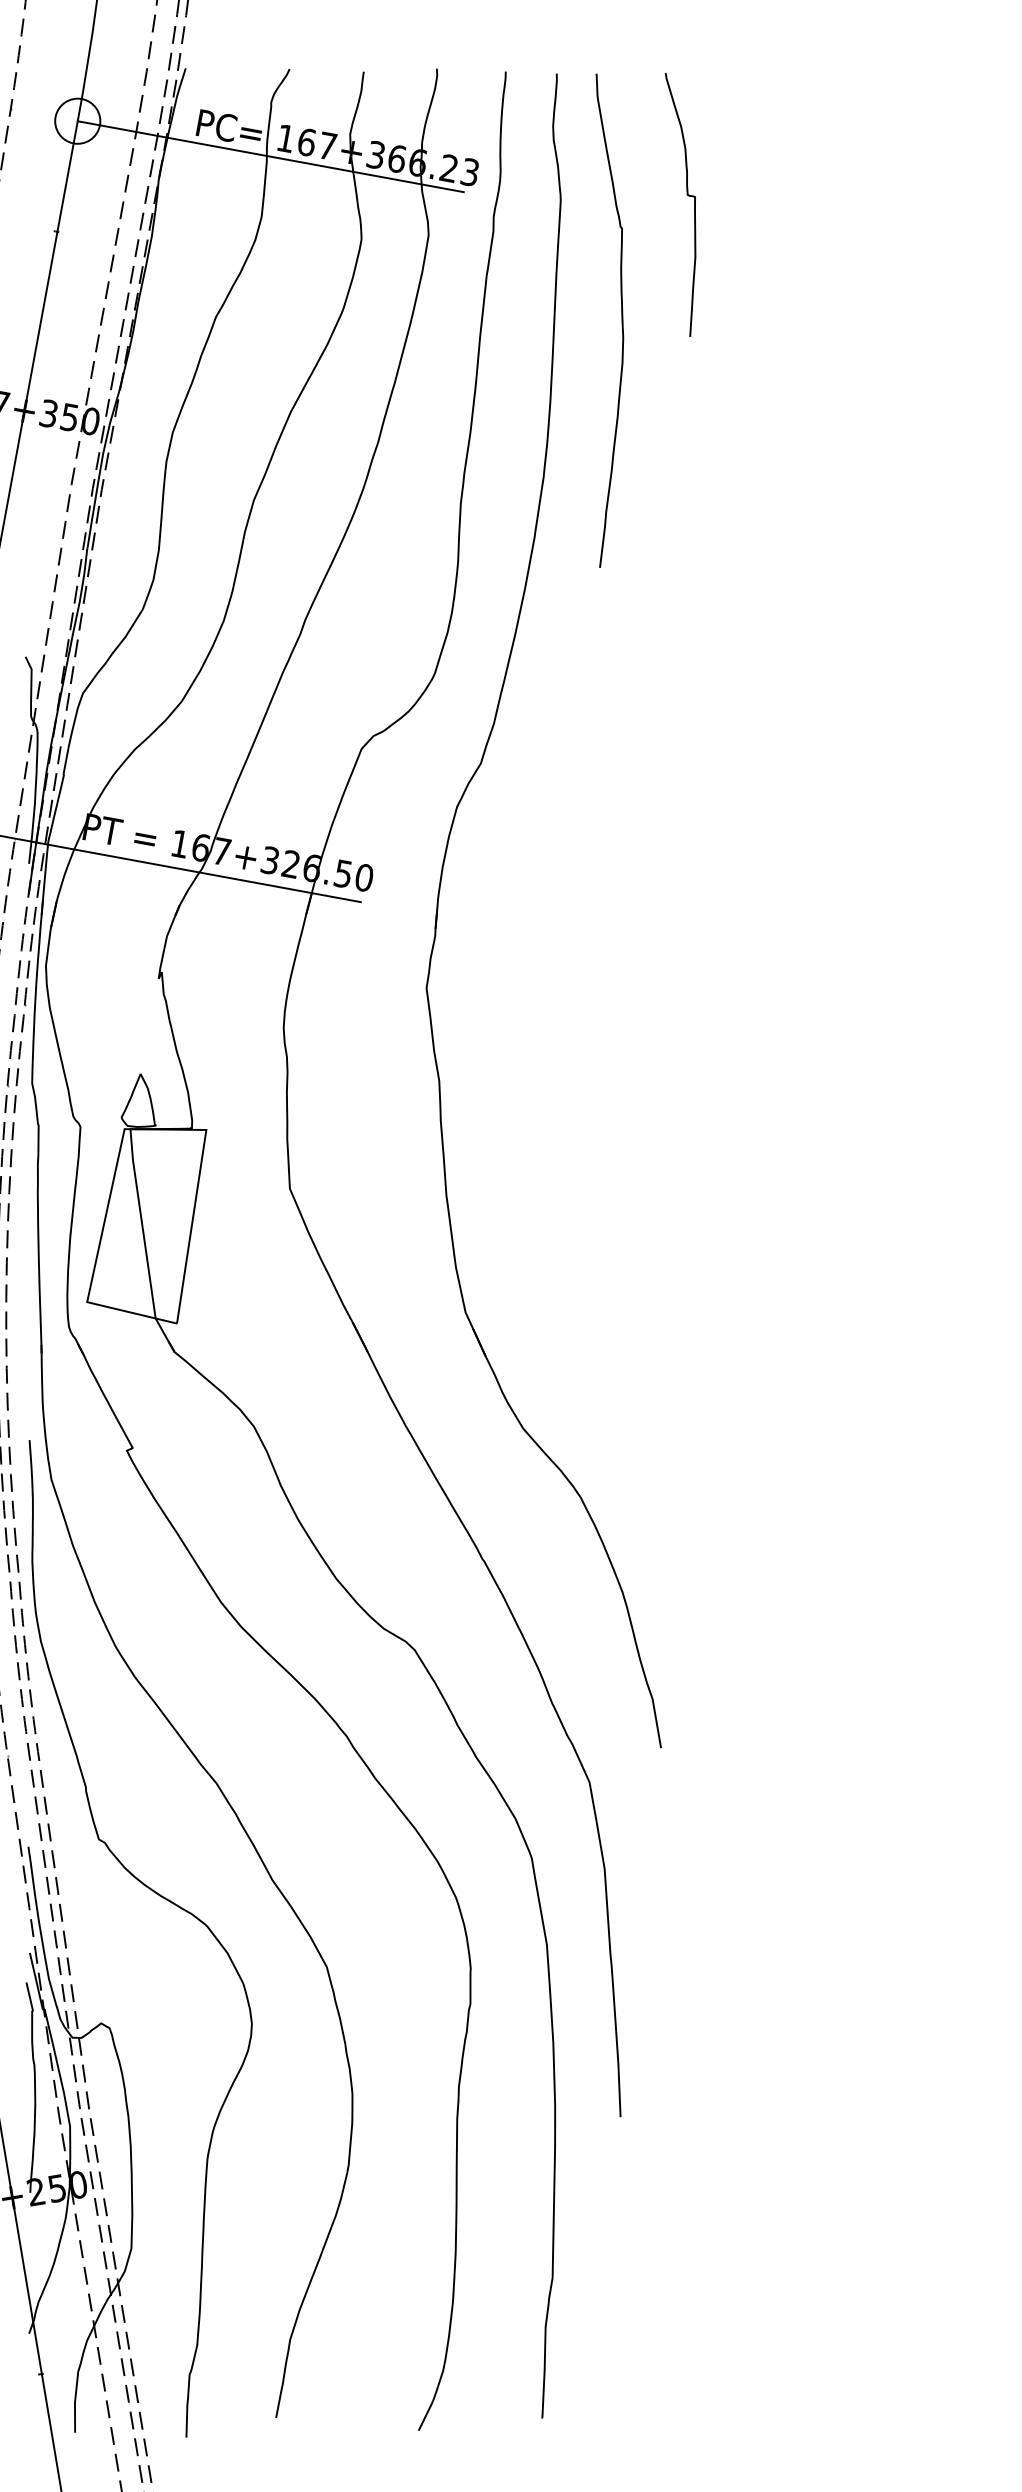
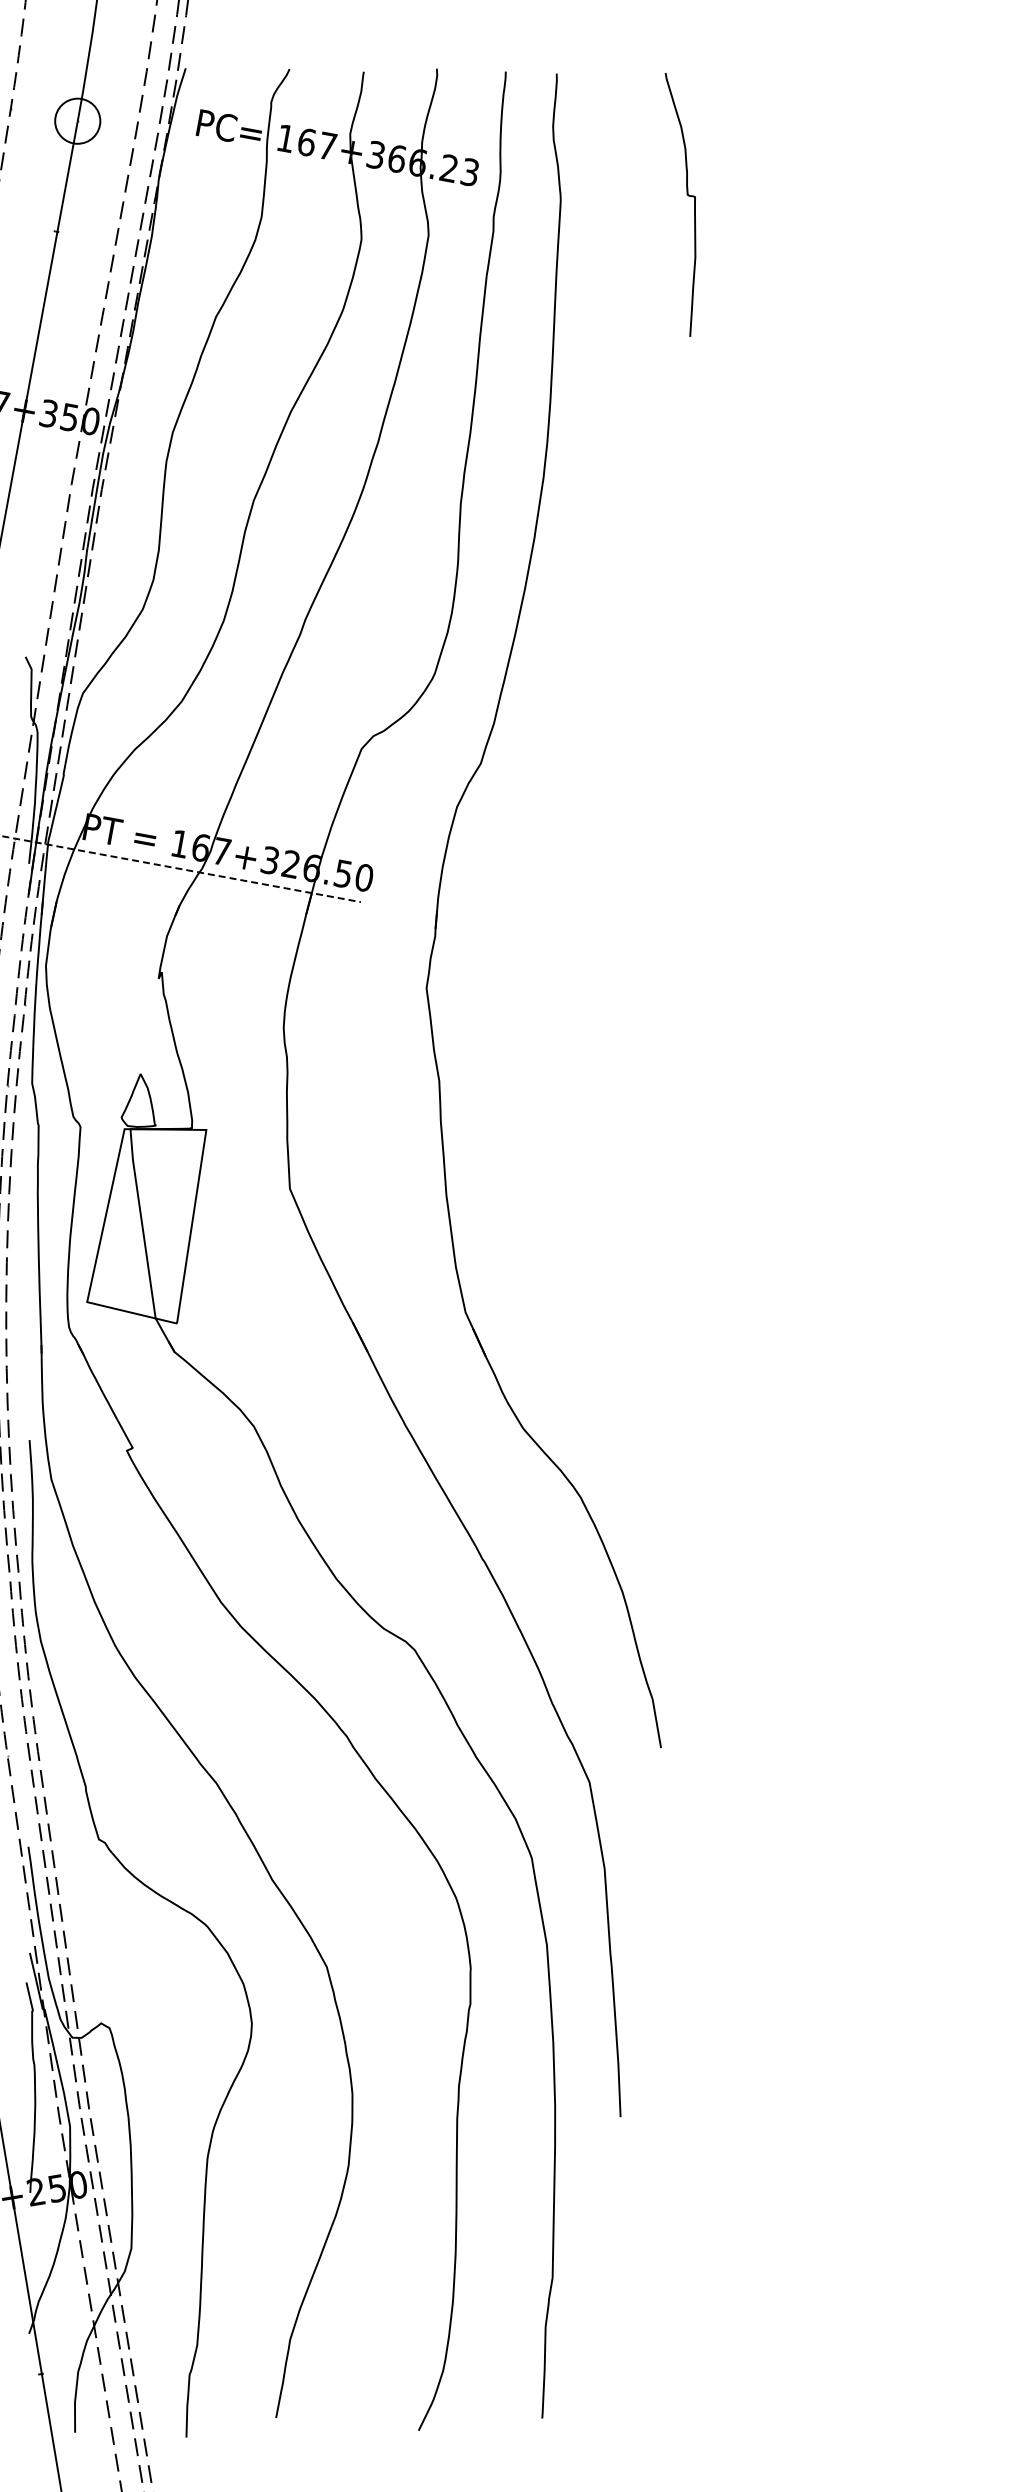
line at (270, 156): present -> none
curve at (621, 320): present -> none
line at (181, 869): solid -> dashed
